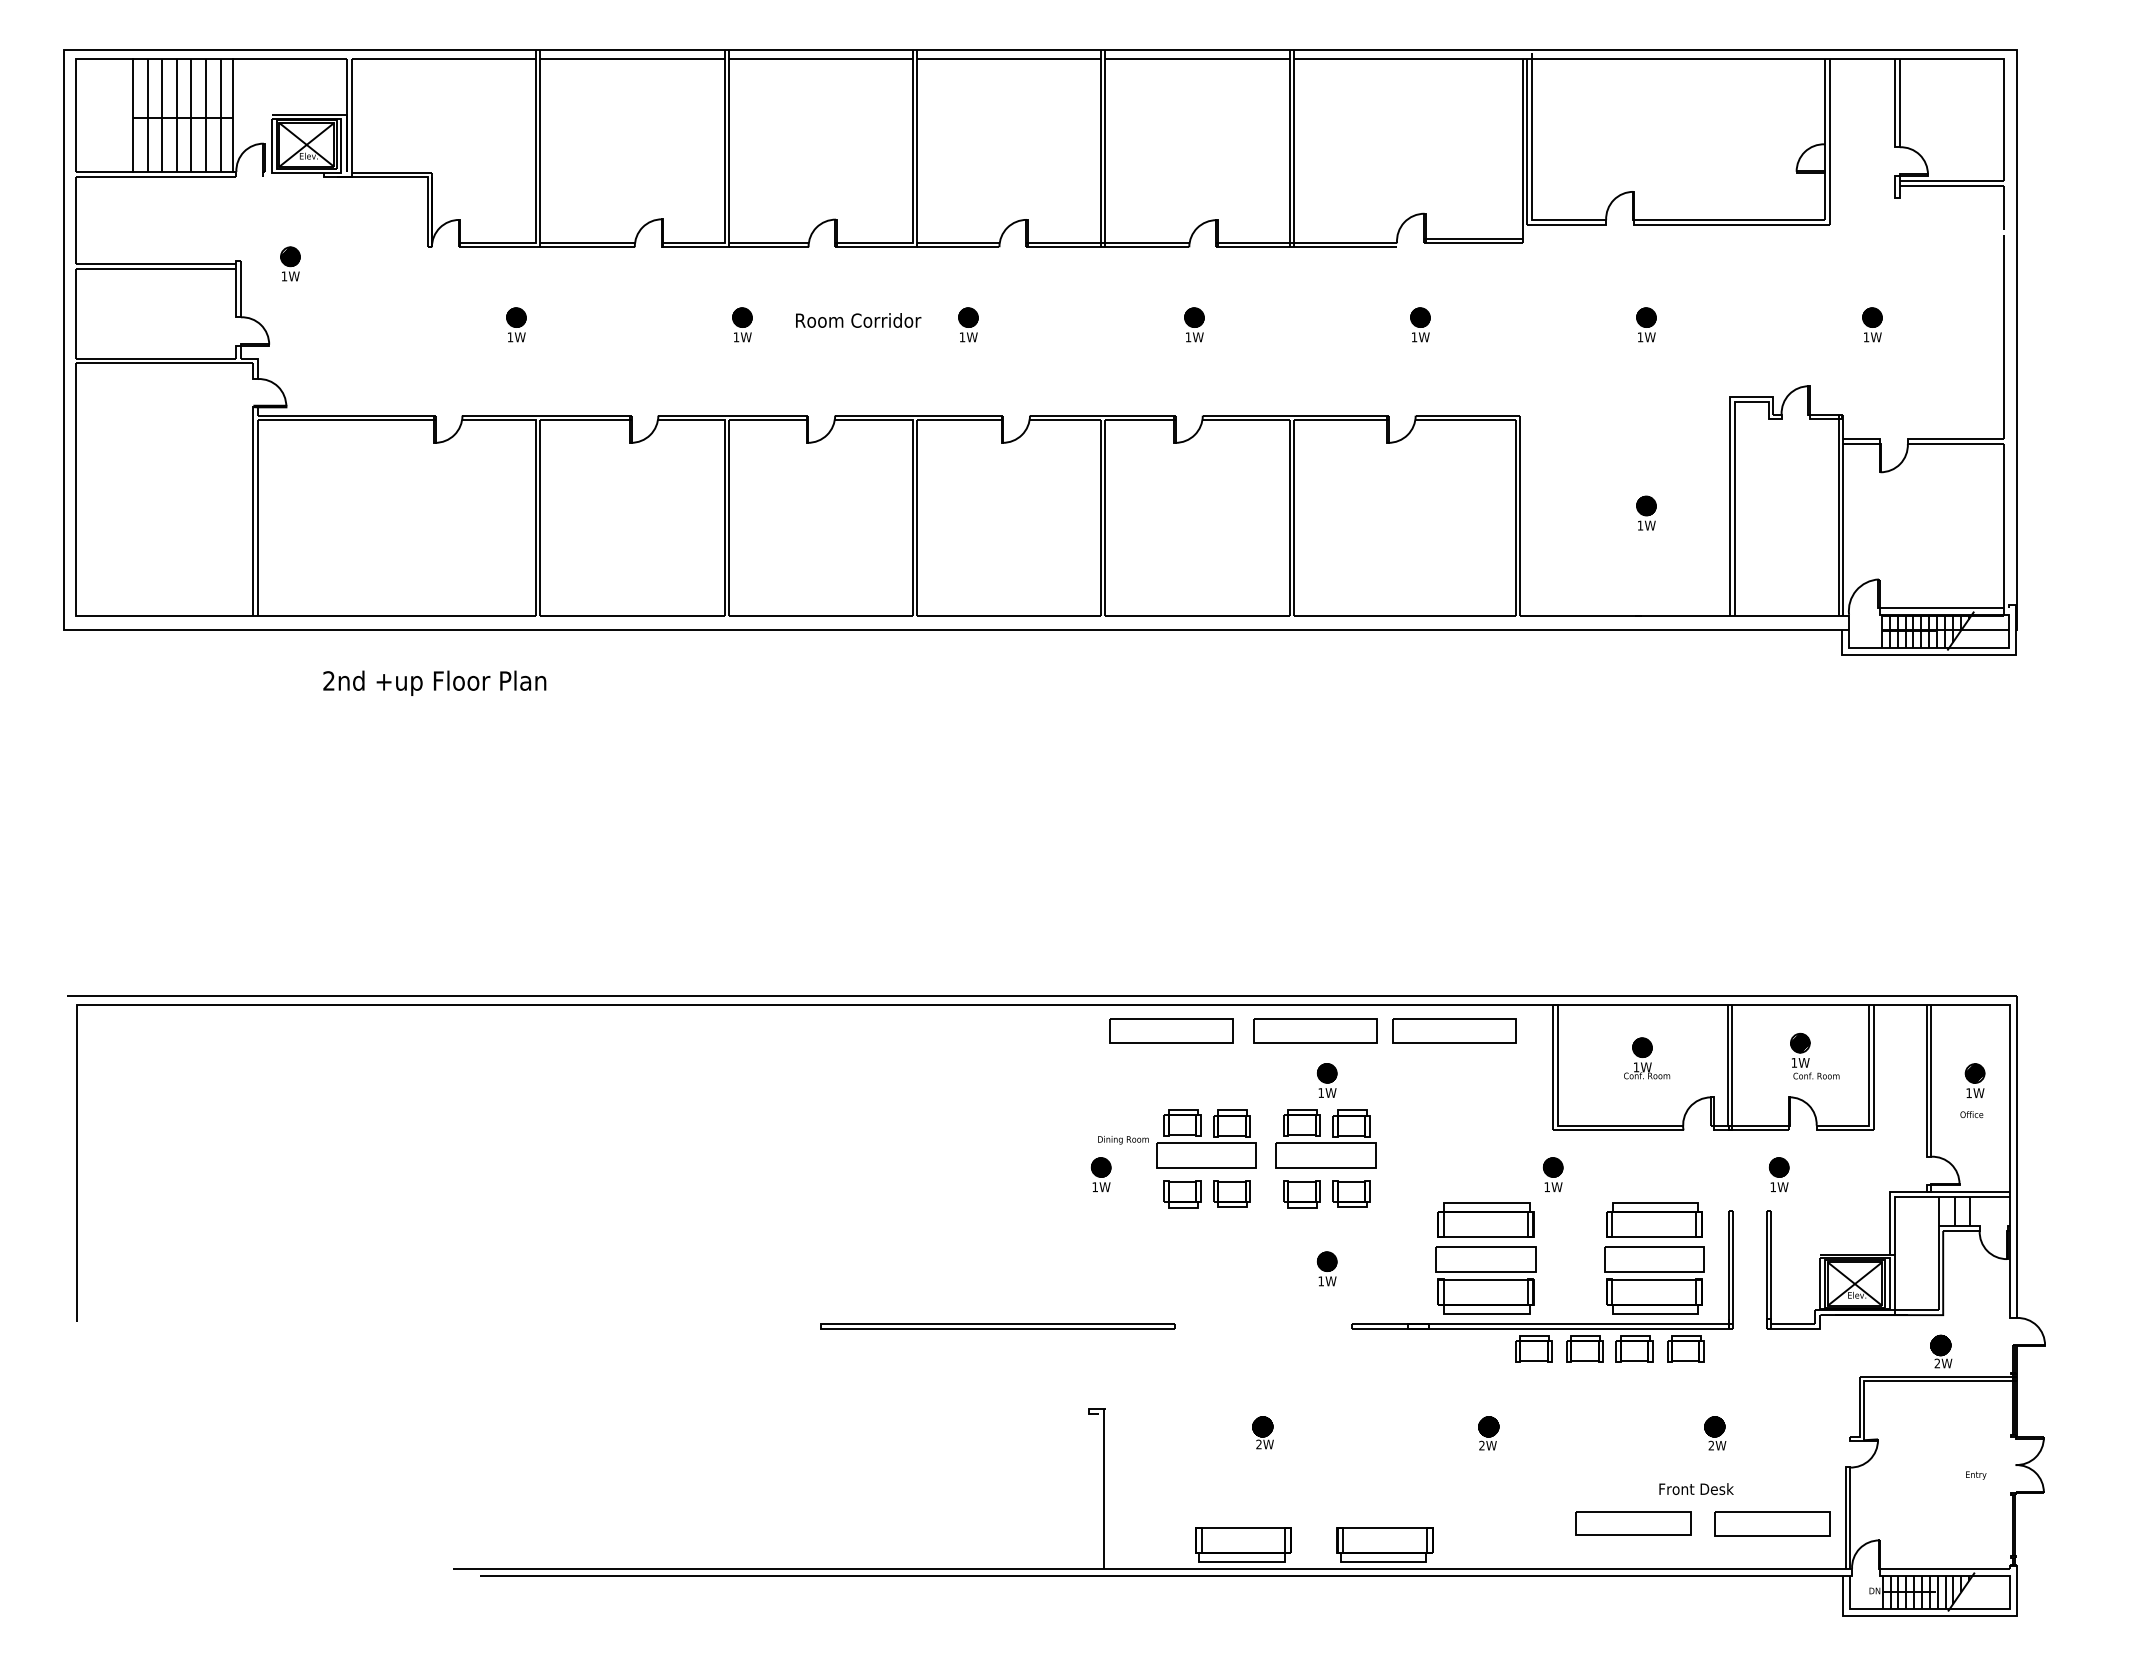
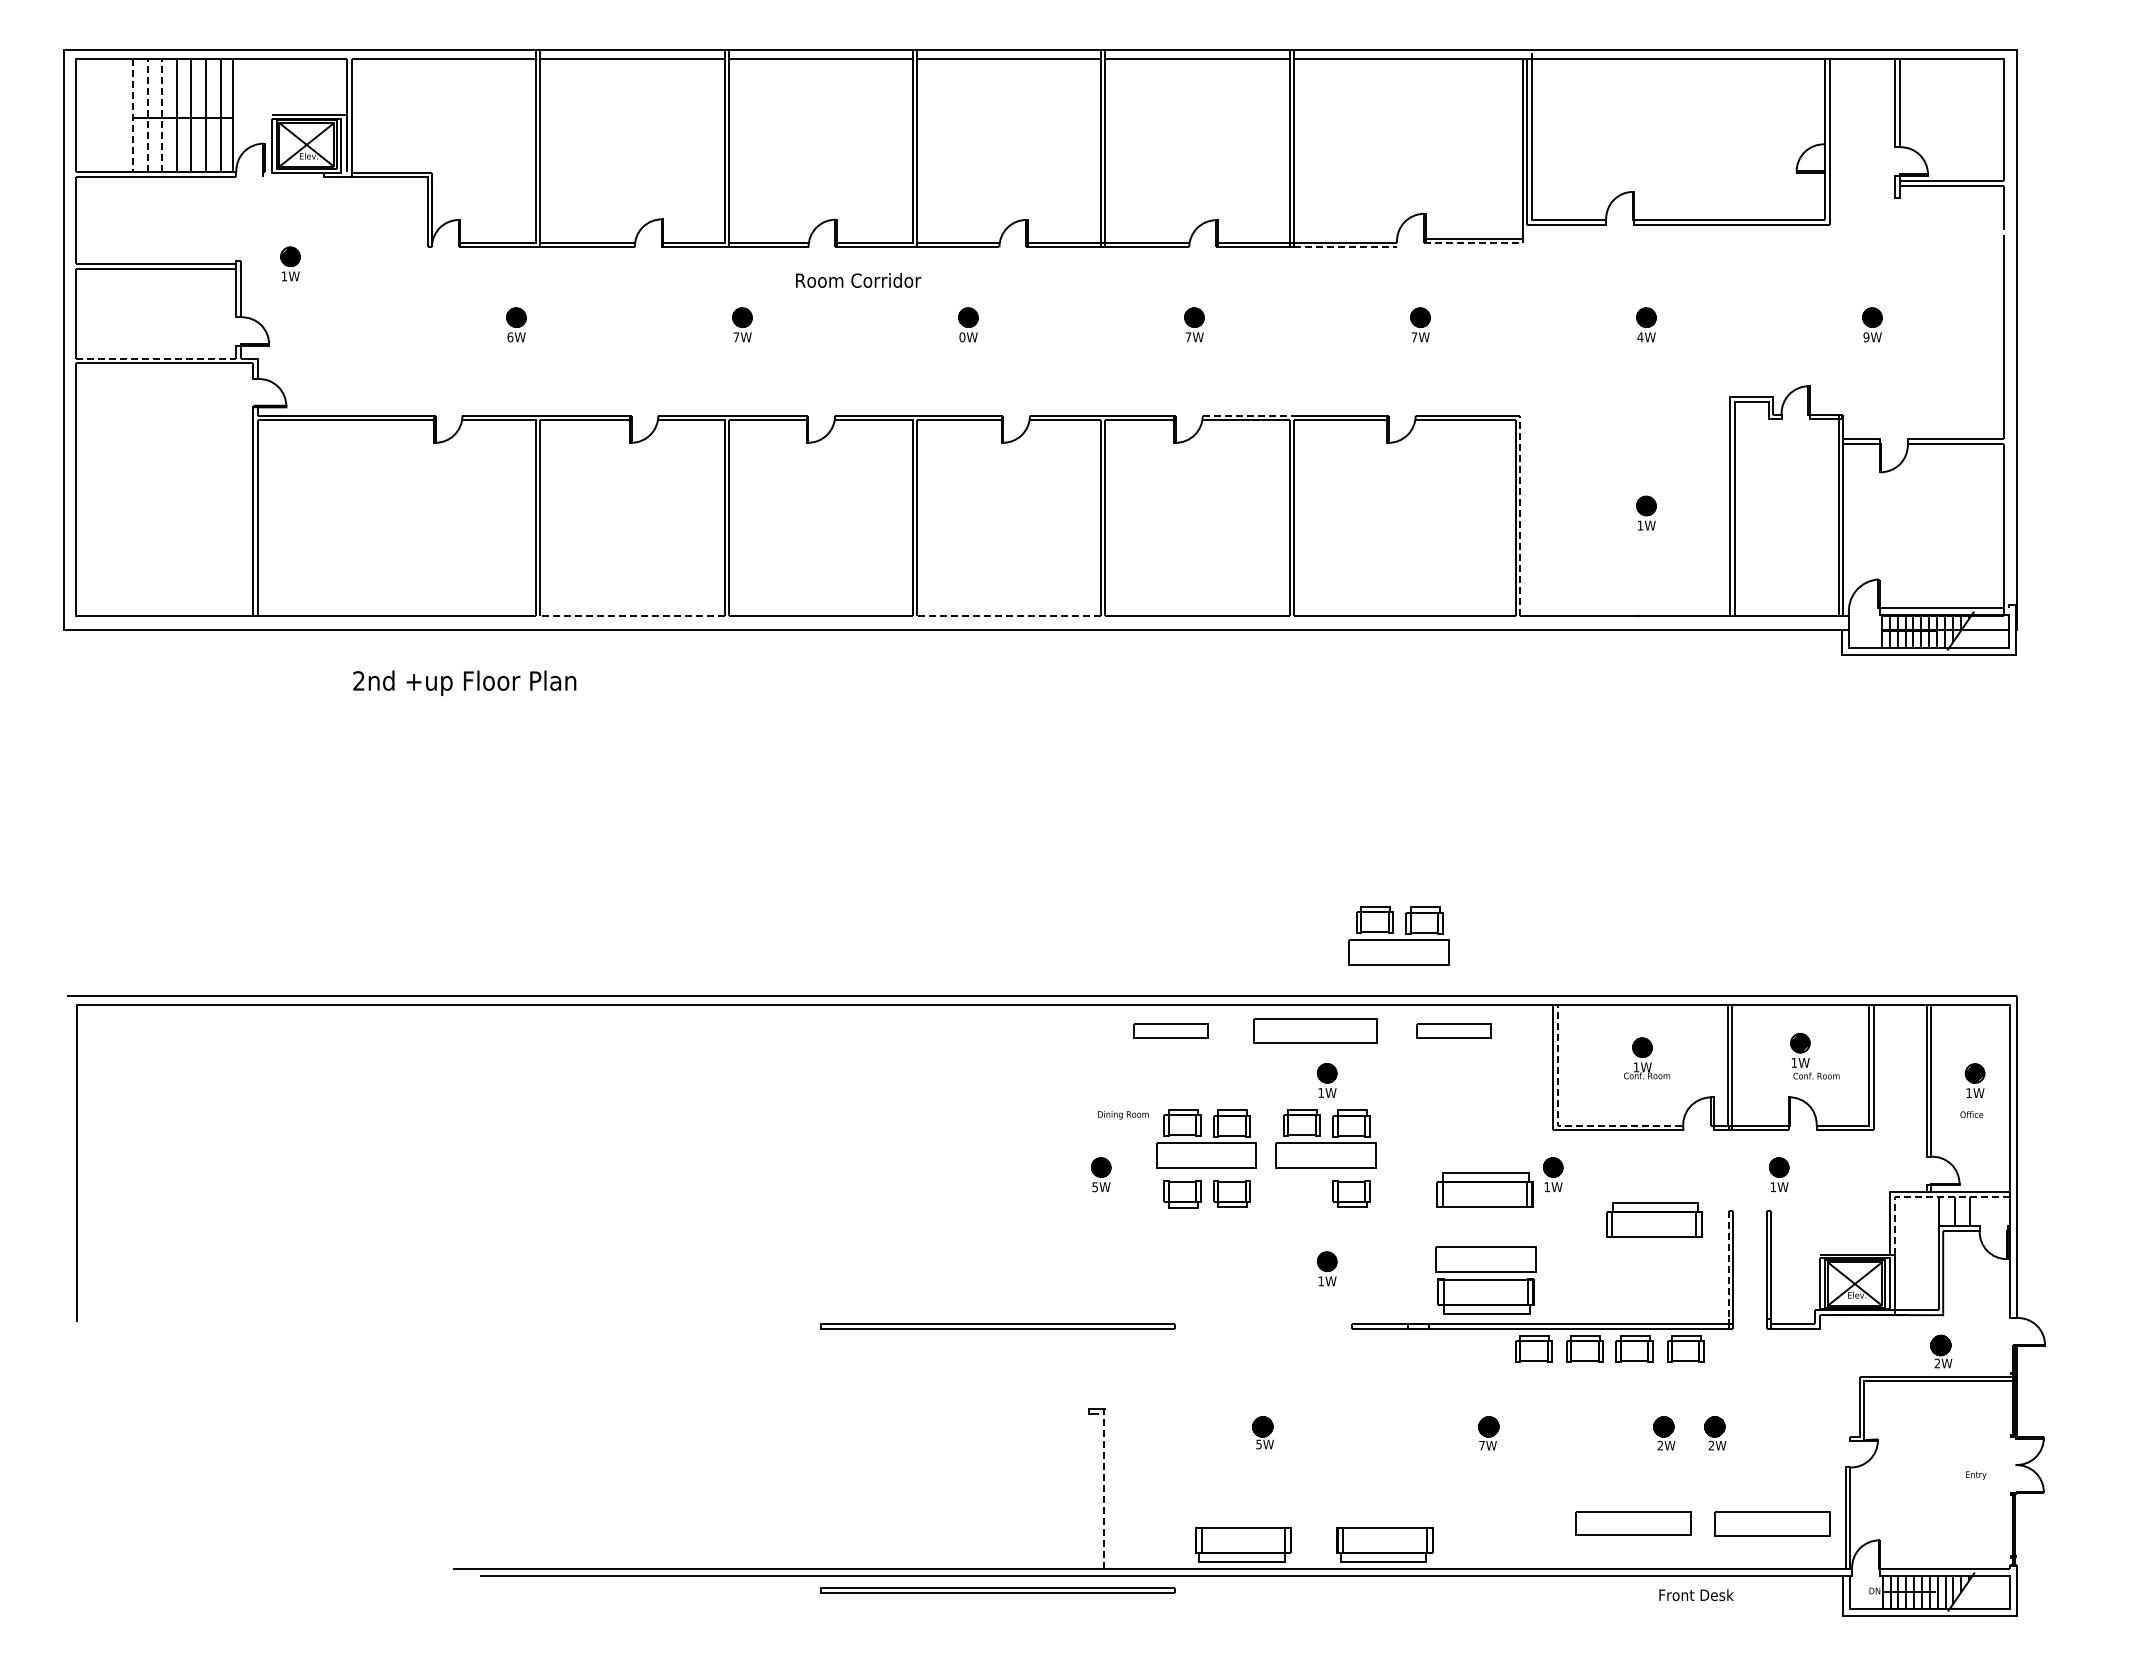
line at (147, 115): solid -> dashed
line at (162, 115): solid -> dashed
line at (133, 116): solid -> dashed
line at (1473, 243): solid -> dashed
line at (1345, 247): solid -> dashed
text at (858, 320) position: (858, 320) -> (858, 280)
text at (510, 337): 1W -> 6W
text at (736, 337): 1W -> 7W
text at (962, 337): 1W -> 0W
text at (1188, 337): 1W -> 7W
text at (1414, 337): 1W -> 7W
text at (1640, 337): 1W -> 4W
text at (1866, 337): 1W -> 9W
line at (156, 358): solid -> dashed
line at (1248, 415): solid -> dashed
line at (1520, 515): solid -> dashed
line at (631, 616): solid -> dashed
line at (1008, 616): solid -> dashed
text at (434, 682) position: (434, 682) -> (464, 682)
part at (1398, 935): none -> present
part at (1171, 1030) size: 125x26 px -> 76x16 px
part at (1454, 1030) size: 125x26 px -> 76x16 px
line at (1557, 1125): solid -> dashed
text at (1123, 1140) position: (1123, 1140) -> (1123, 1115)
text at (1094, 1187): 1W -> 5W
part at (1301, 1194): present -> none
line at (1922, 1197): solid -> dashed
part at (1485, 1219) position: (1485, 1219) -> (1484, 1189)
line at (1728, 1269): solid -> dashed
part at (1654, 1280): present -> none
part at (1664, 1433): none -> present
text at (1258, 1444): 2W -> 5W
text at (1481, 1445): 2W -> 7W
line at (1103, 1488): solid -> dashed
text at (1696, 1488) position: (1696, 1488) -> (1696, 1594)
part at (997, 1590): none -> present
